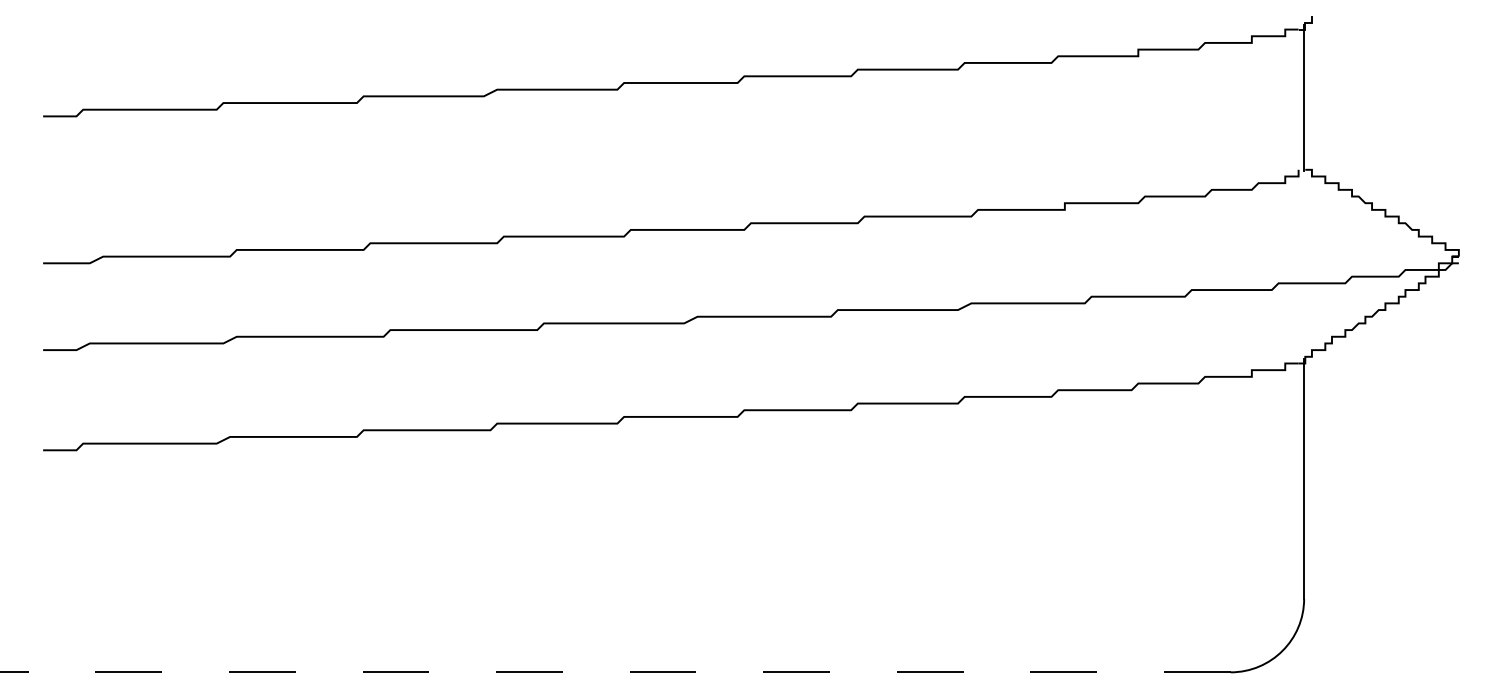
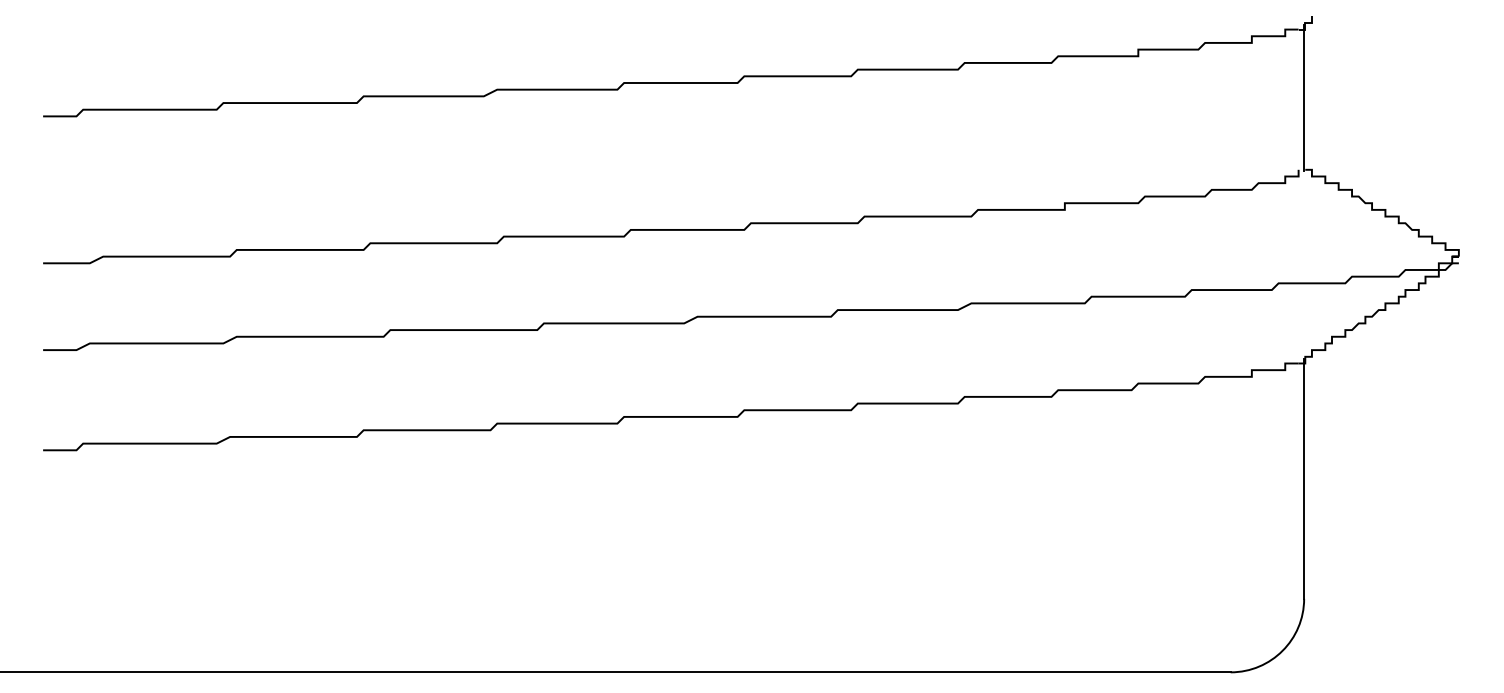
line at (614, 672): dashed -> solid
